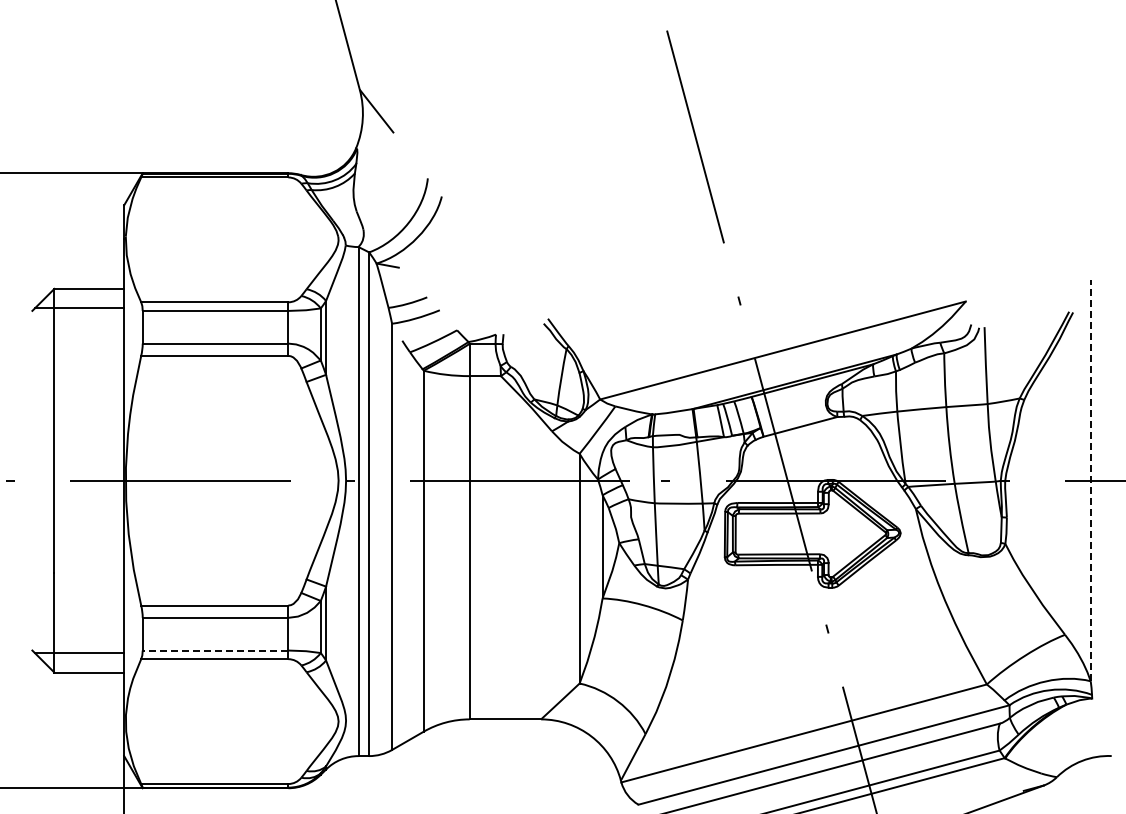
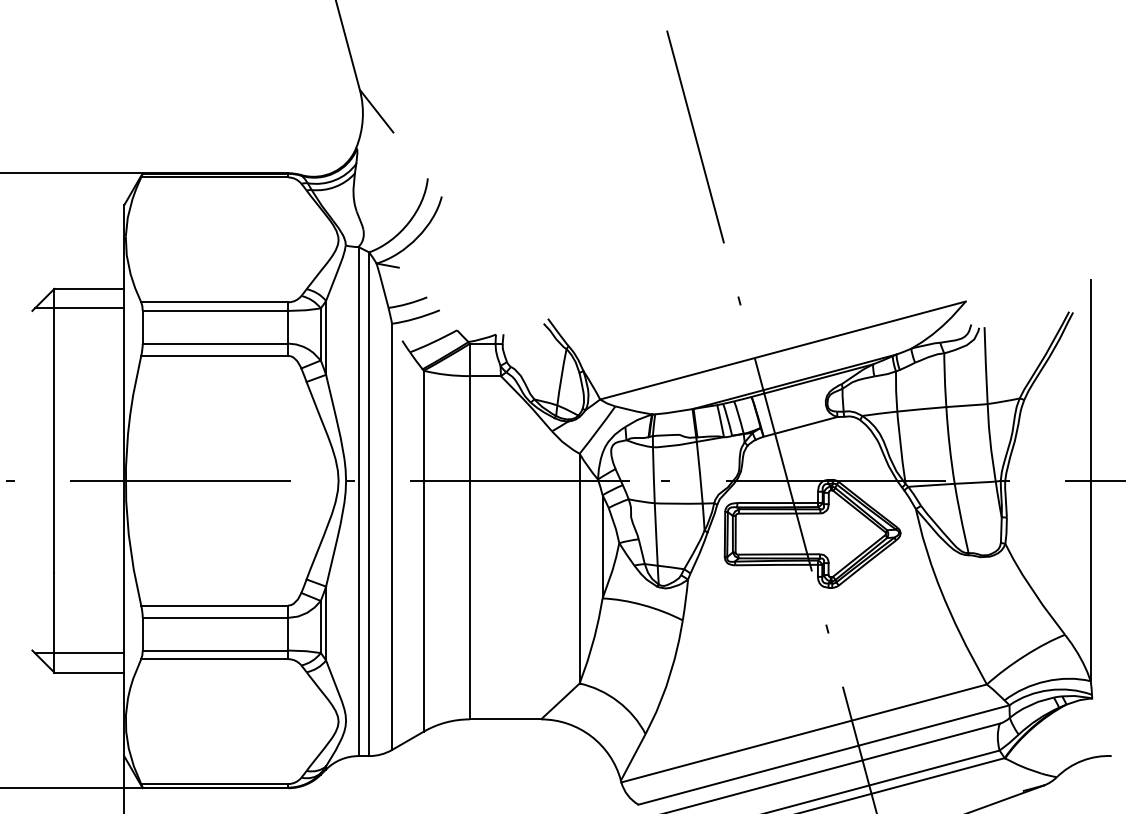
line at (1090, 480): dashed -> solid
line at (215, 650): dashed -> solid
